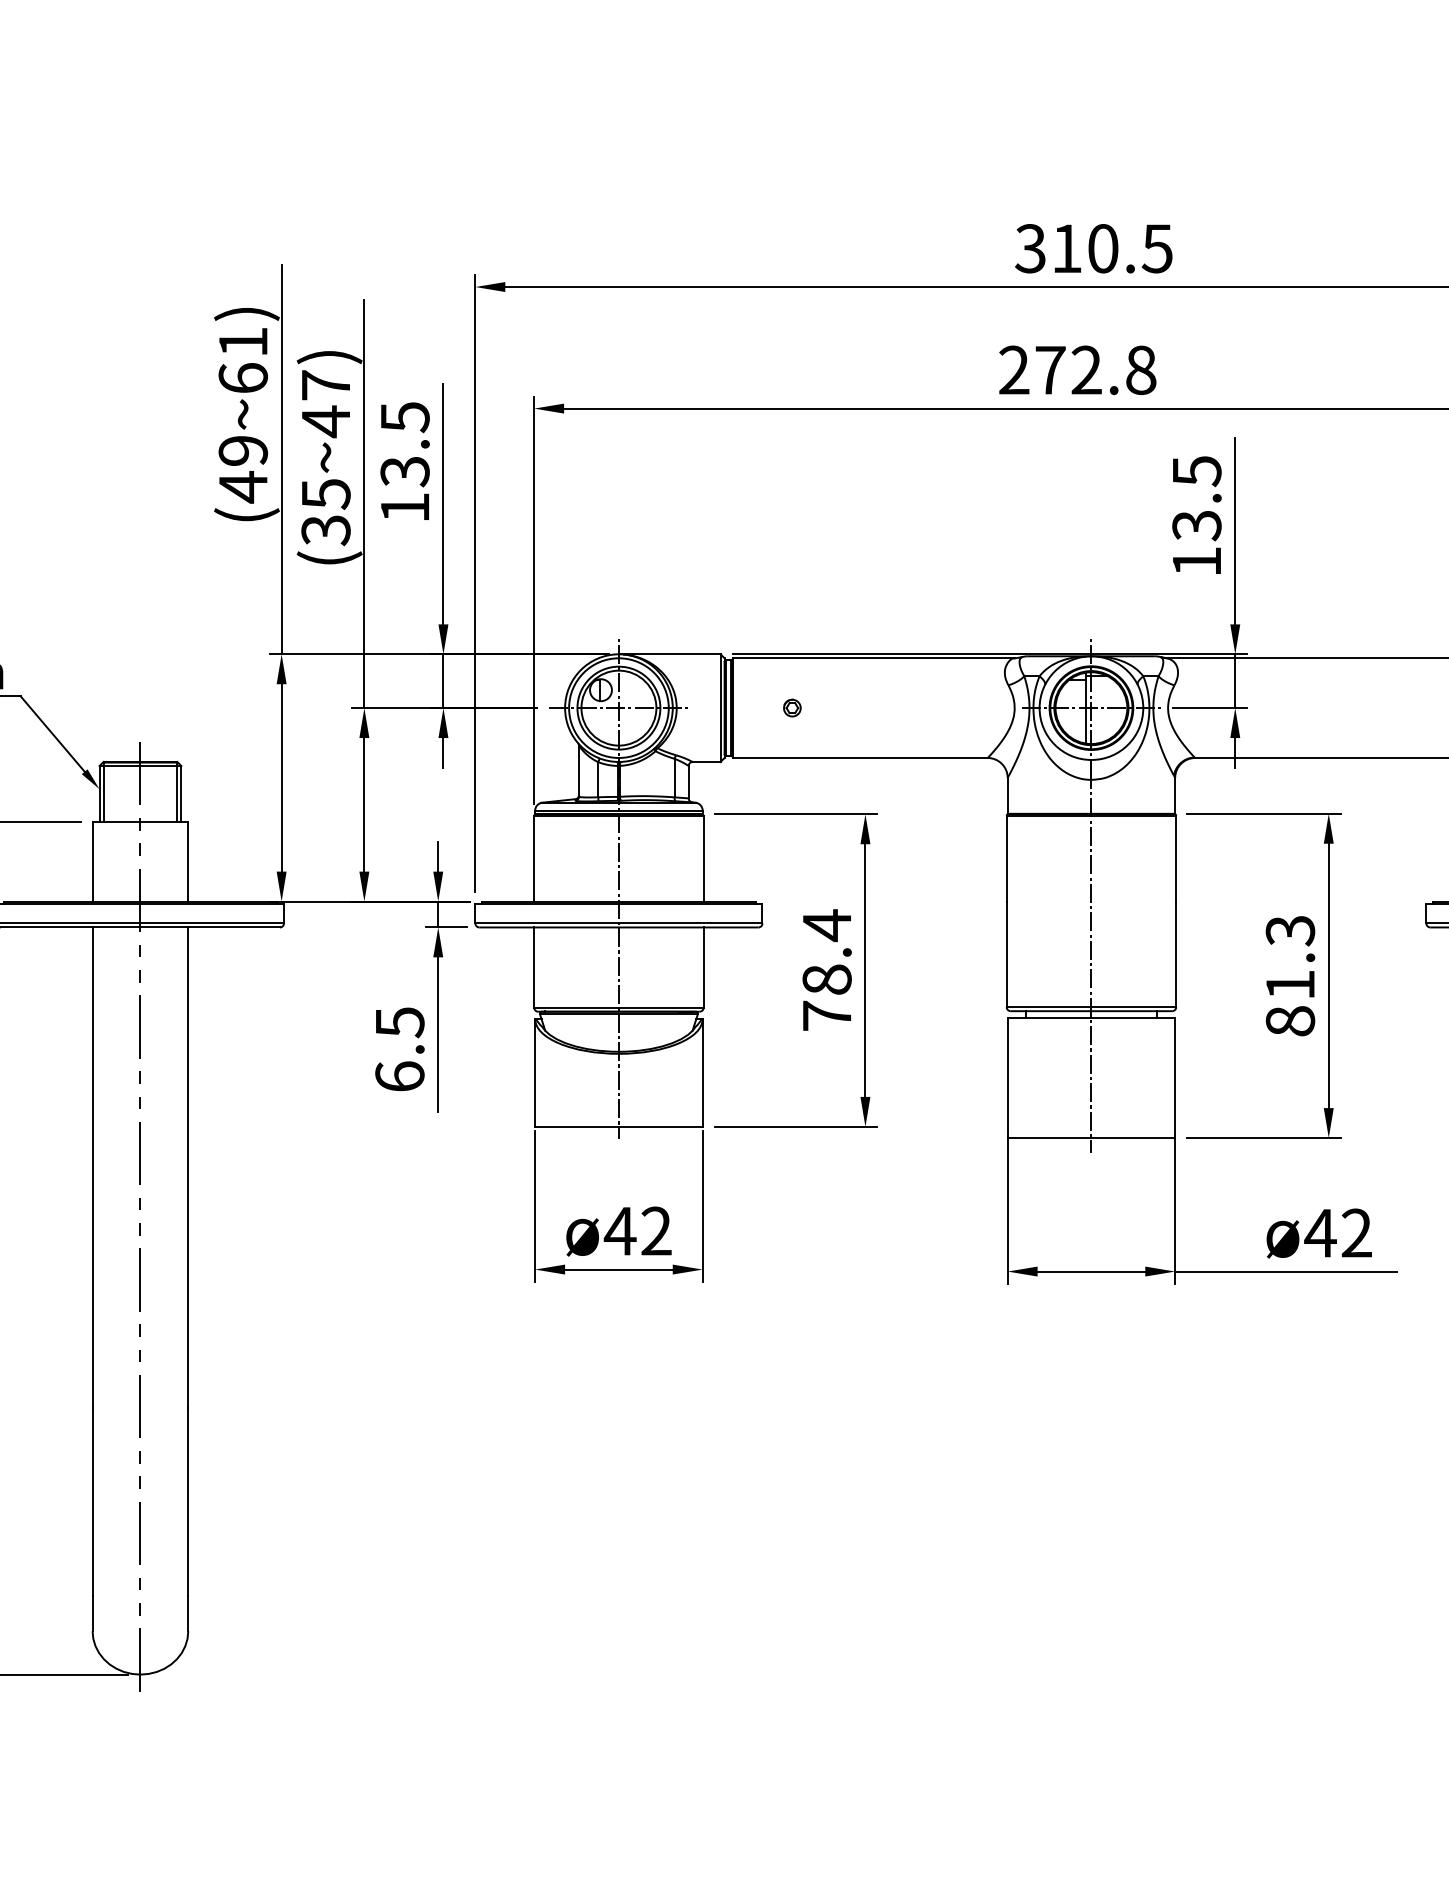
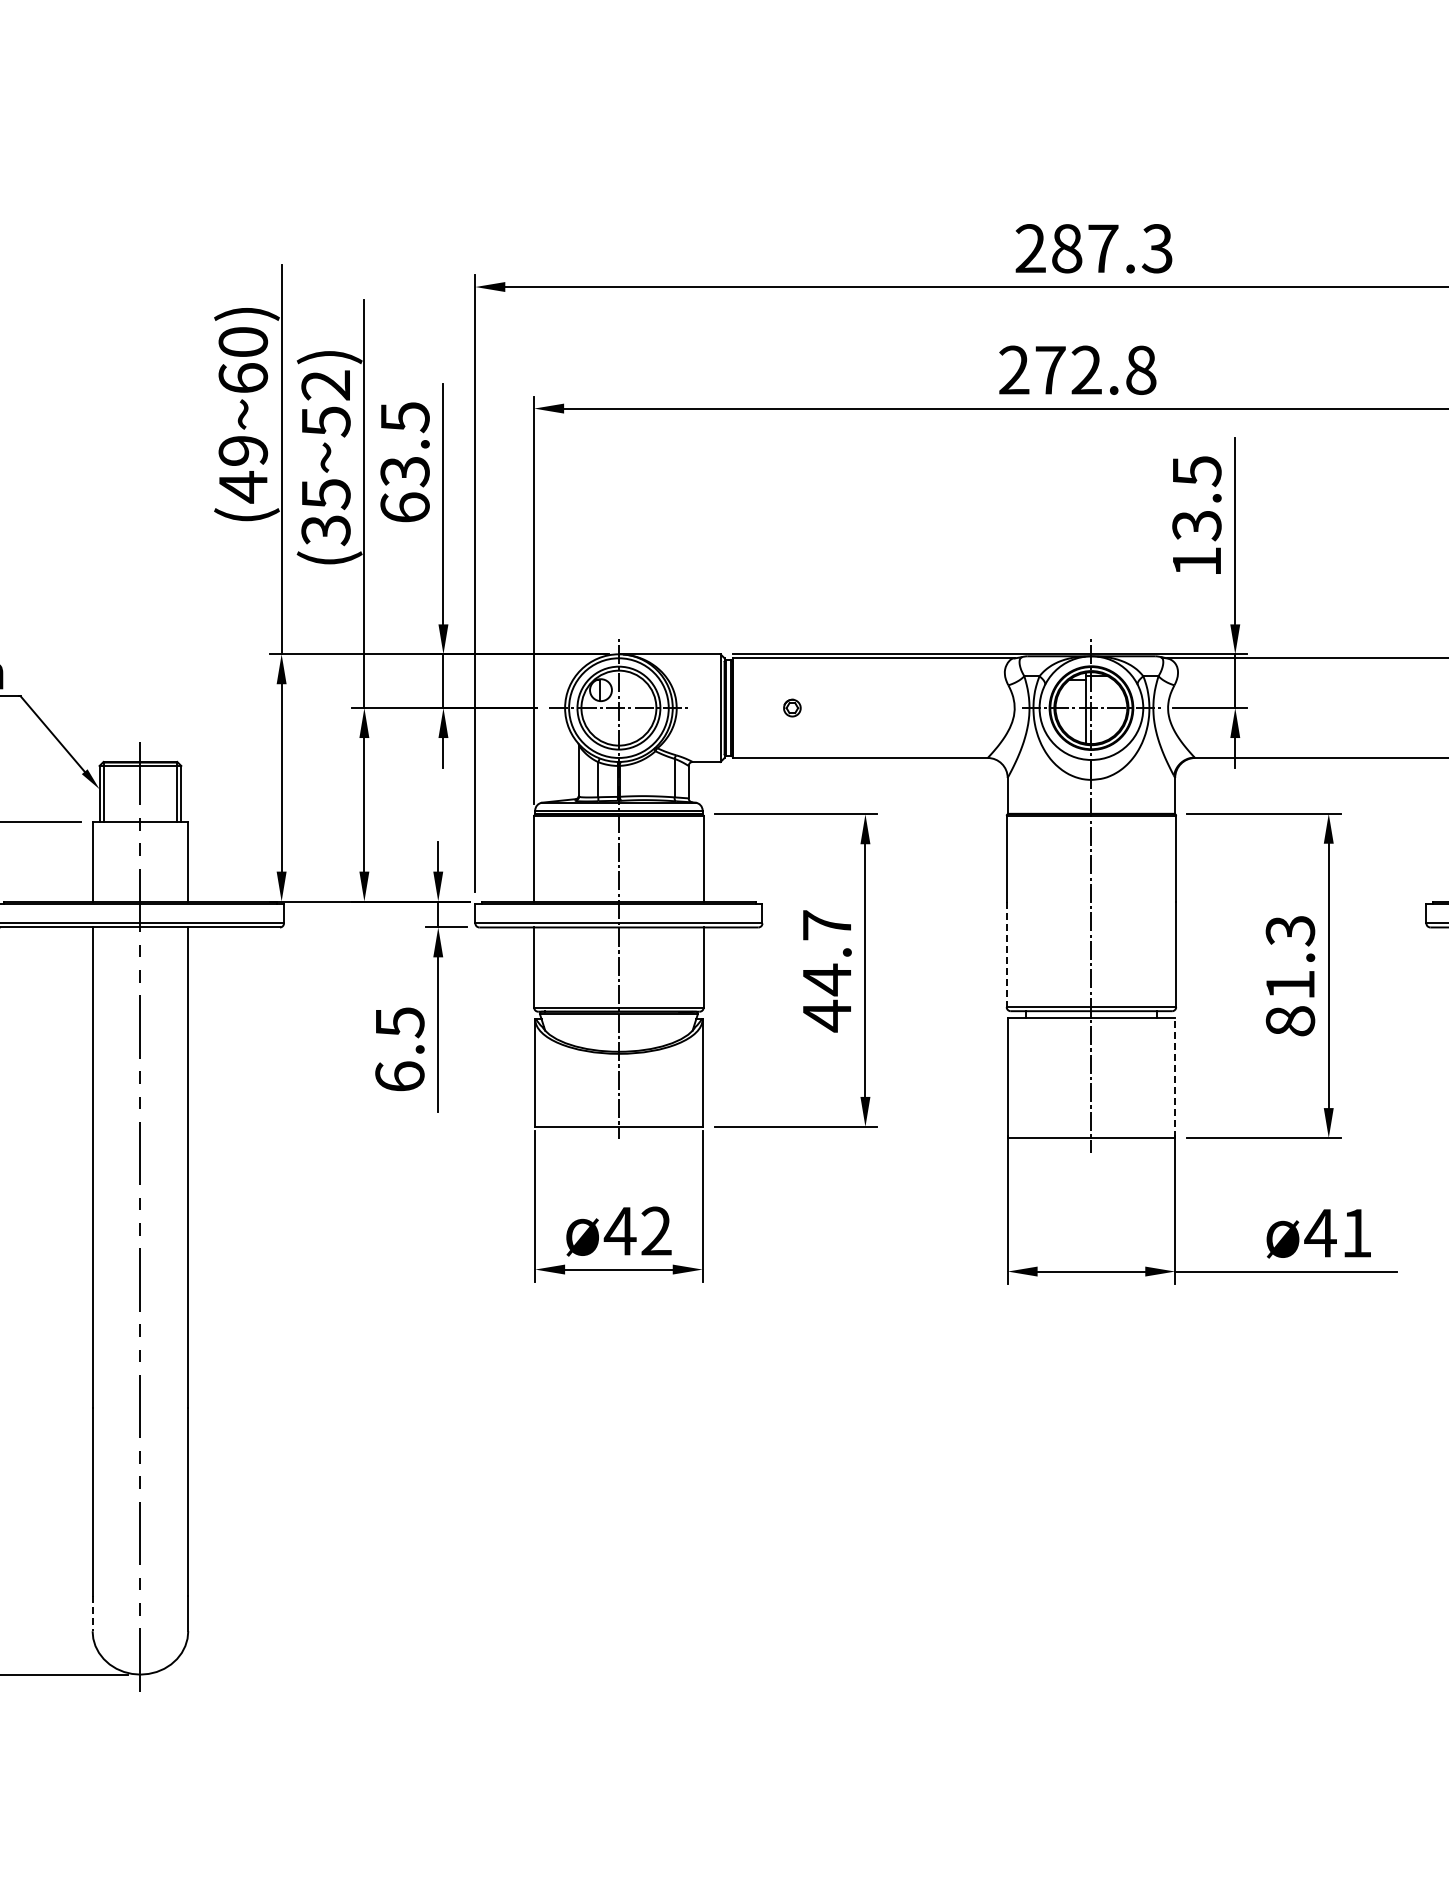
text at (1093, 248): 310.5 -> 287.3
text at (243, 341): (49~61) -> (49~60)
text at (325, 404): (35~47) -> (35~52)
text at (404, 507): 13.5 -> 63.5
line at (1006, 954): solid -> dashed
text at (826, 970): 78.4 -> 44.7
line at (1175, 1078): solid -> dashed
text at (1356, 1232): ø42 -> ø41
line at (92, 1613): solid -> dashed
